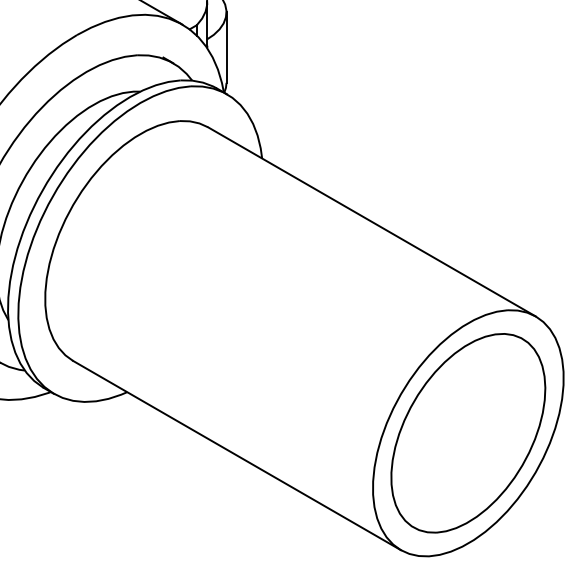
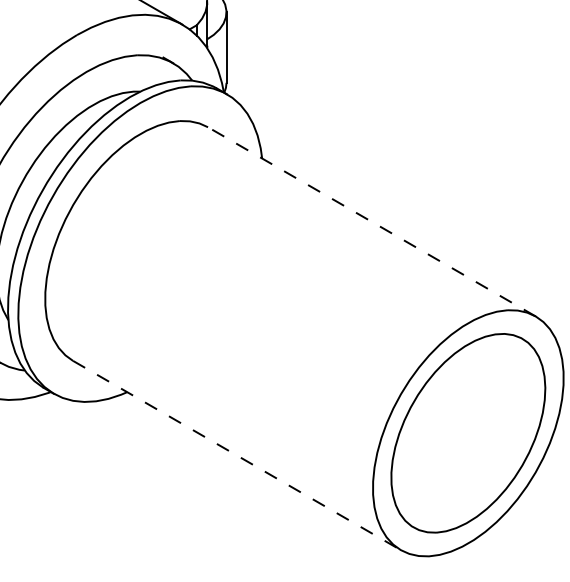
line at (371, 221): solid -> dashed
line at (237, 455): solid -> dashed
